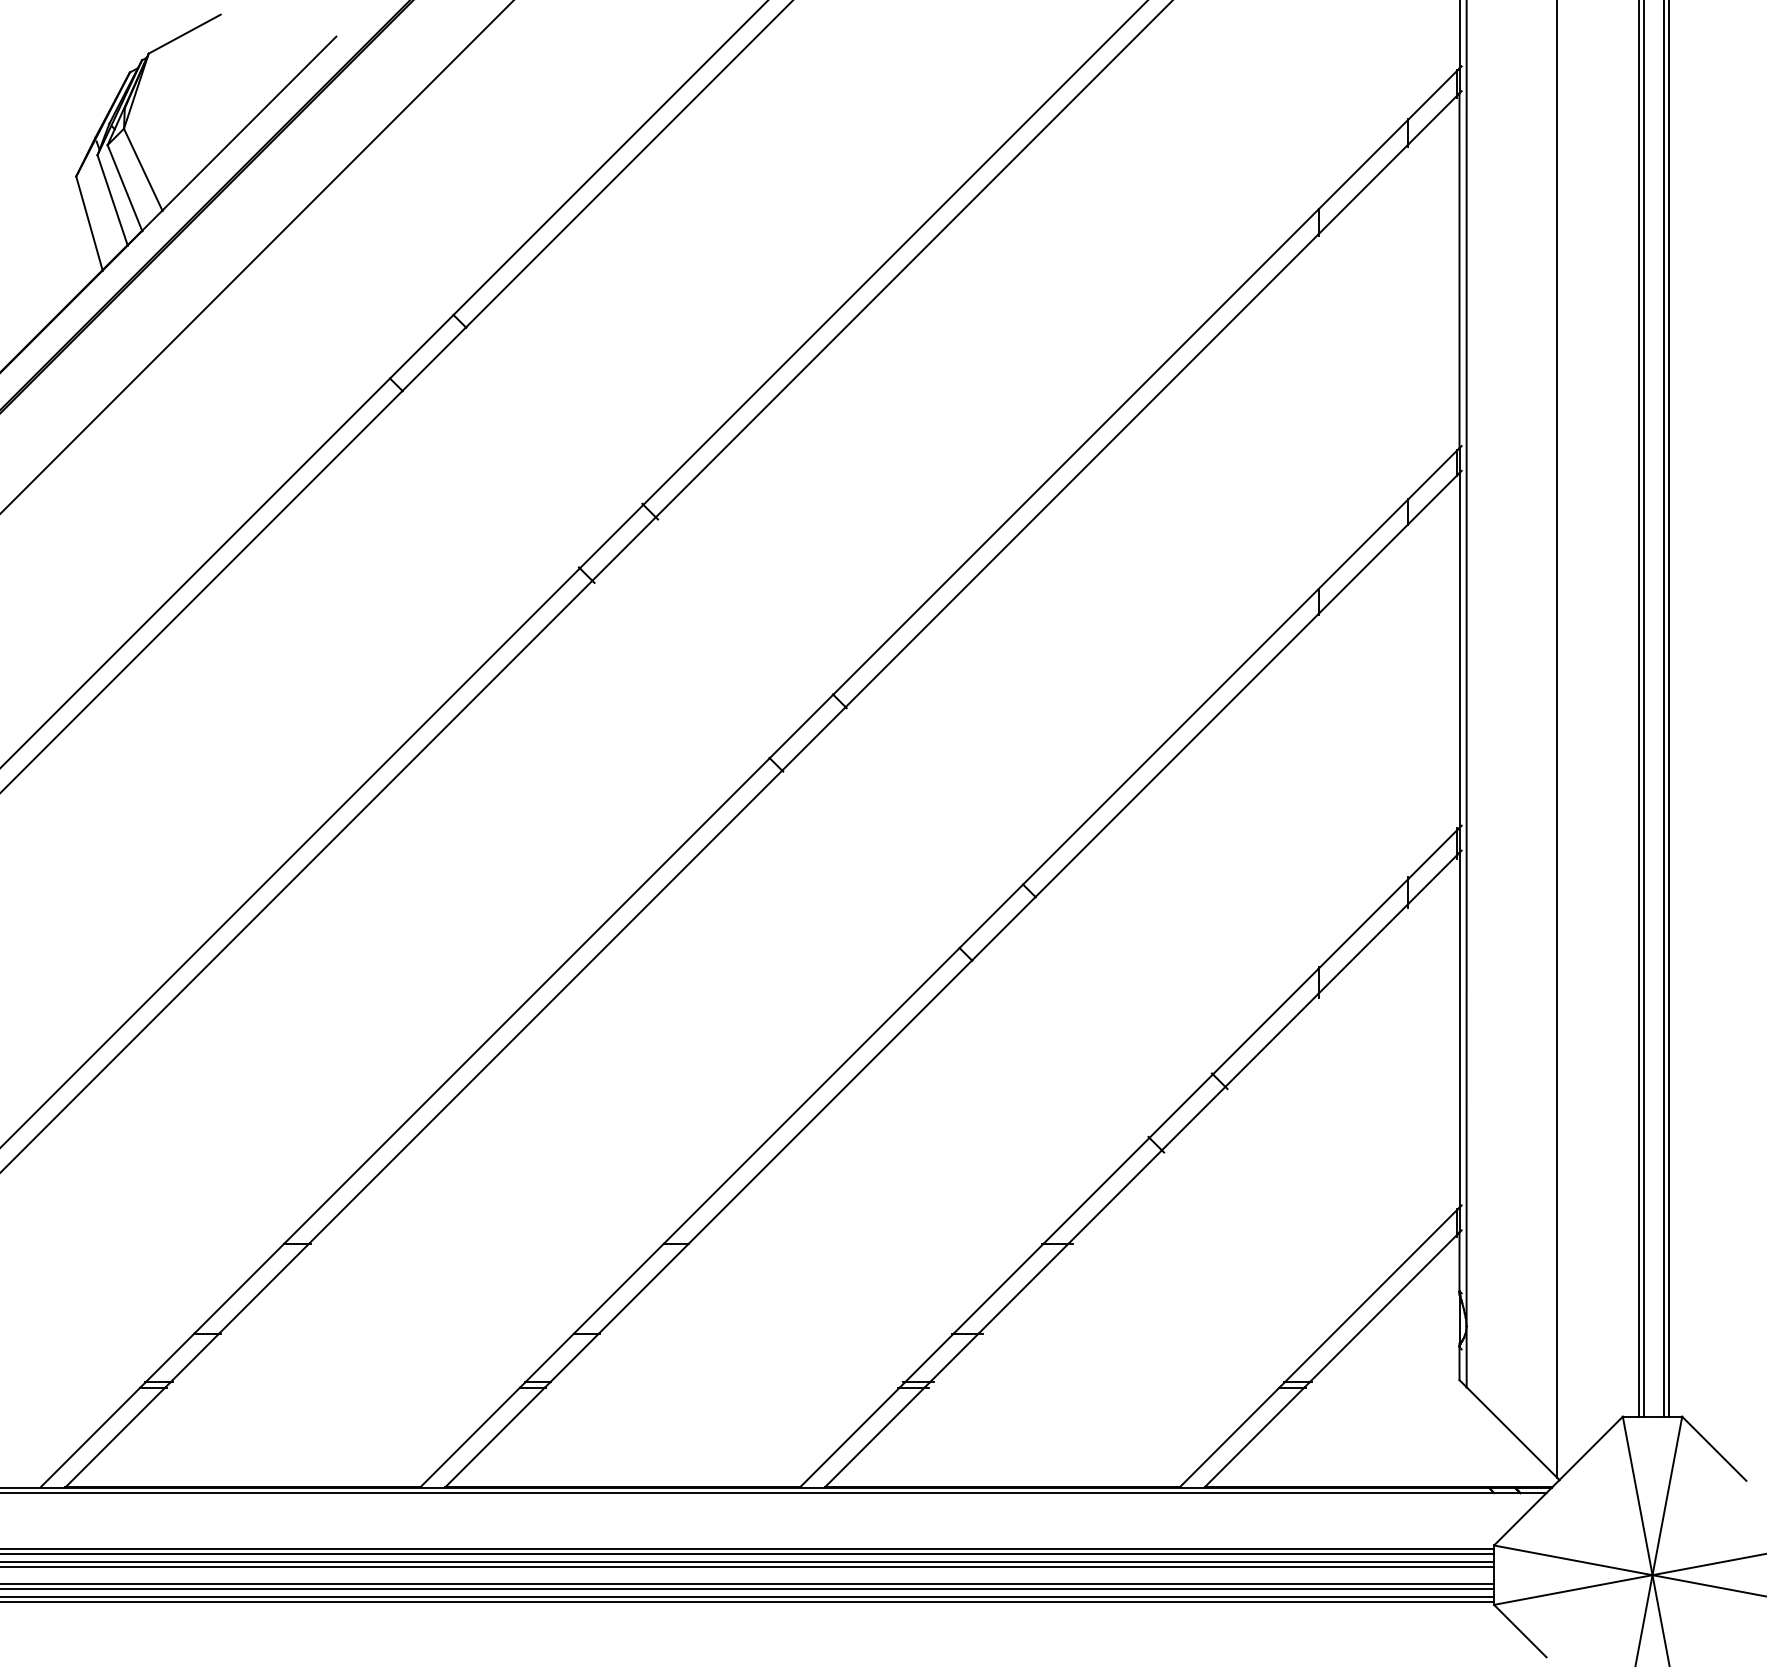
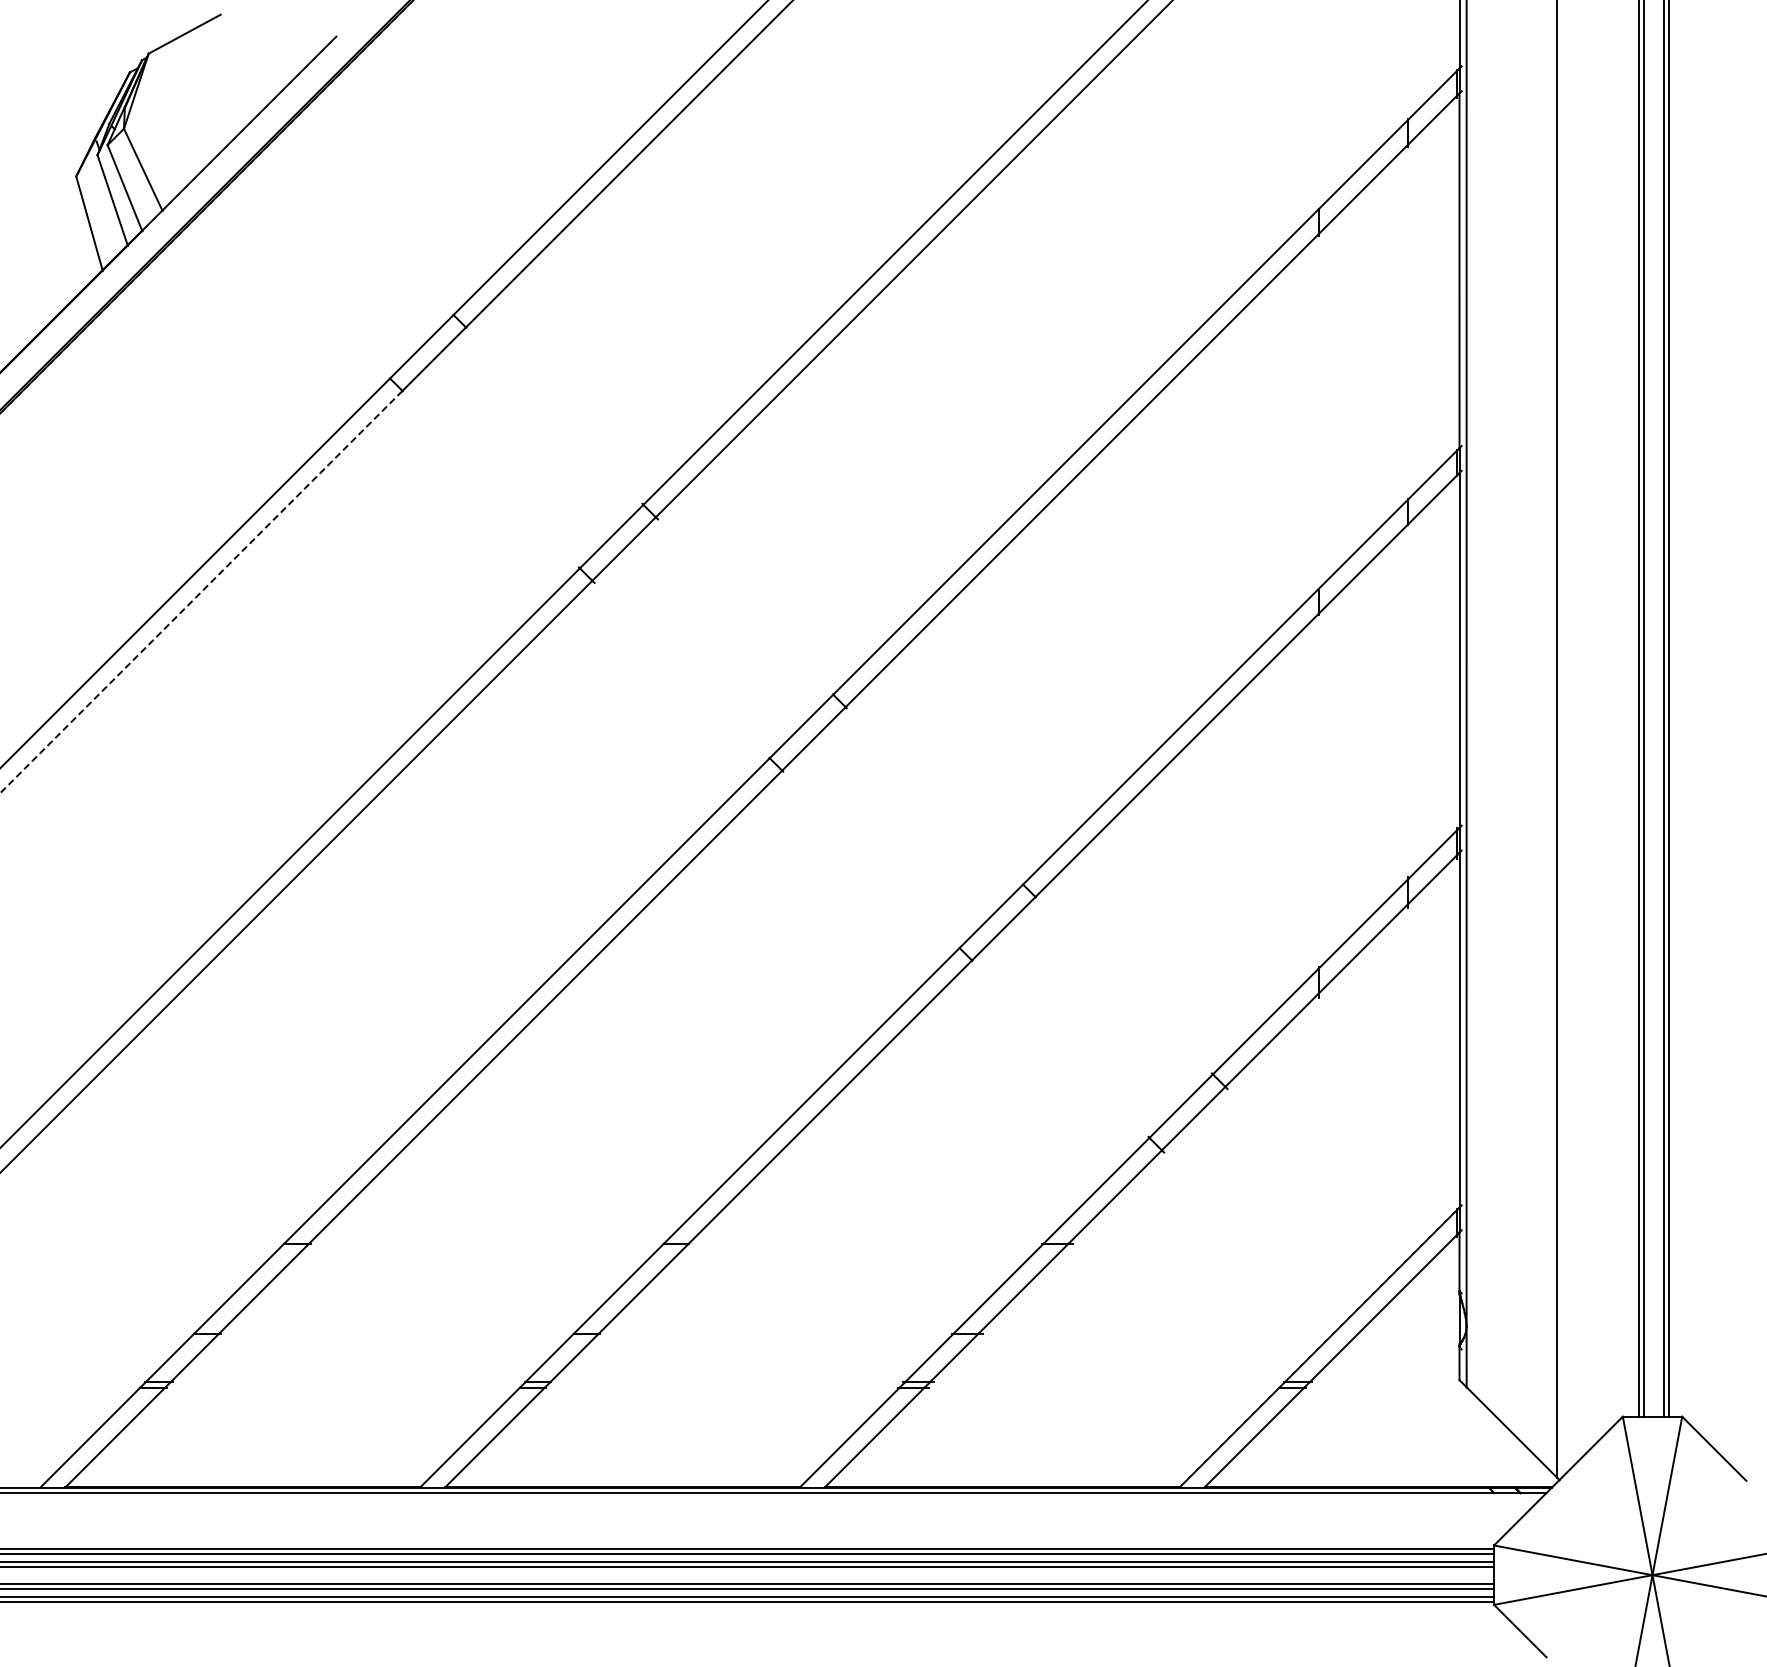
line at (257, 257): present -> none
line at (201, 592): solid -> dashed
